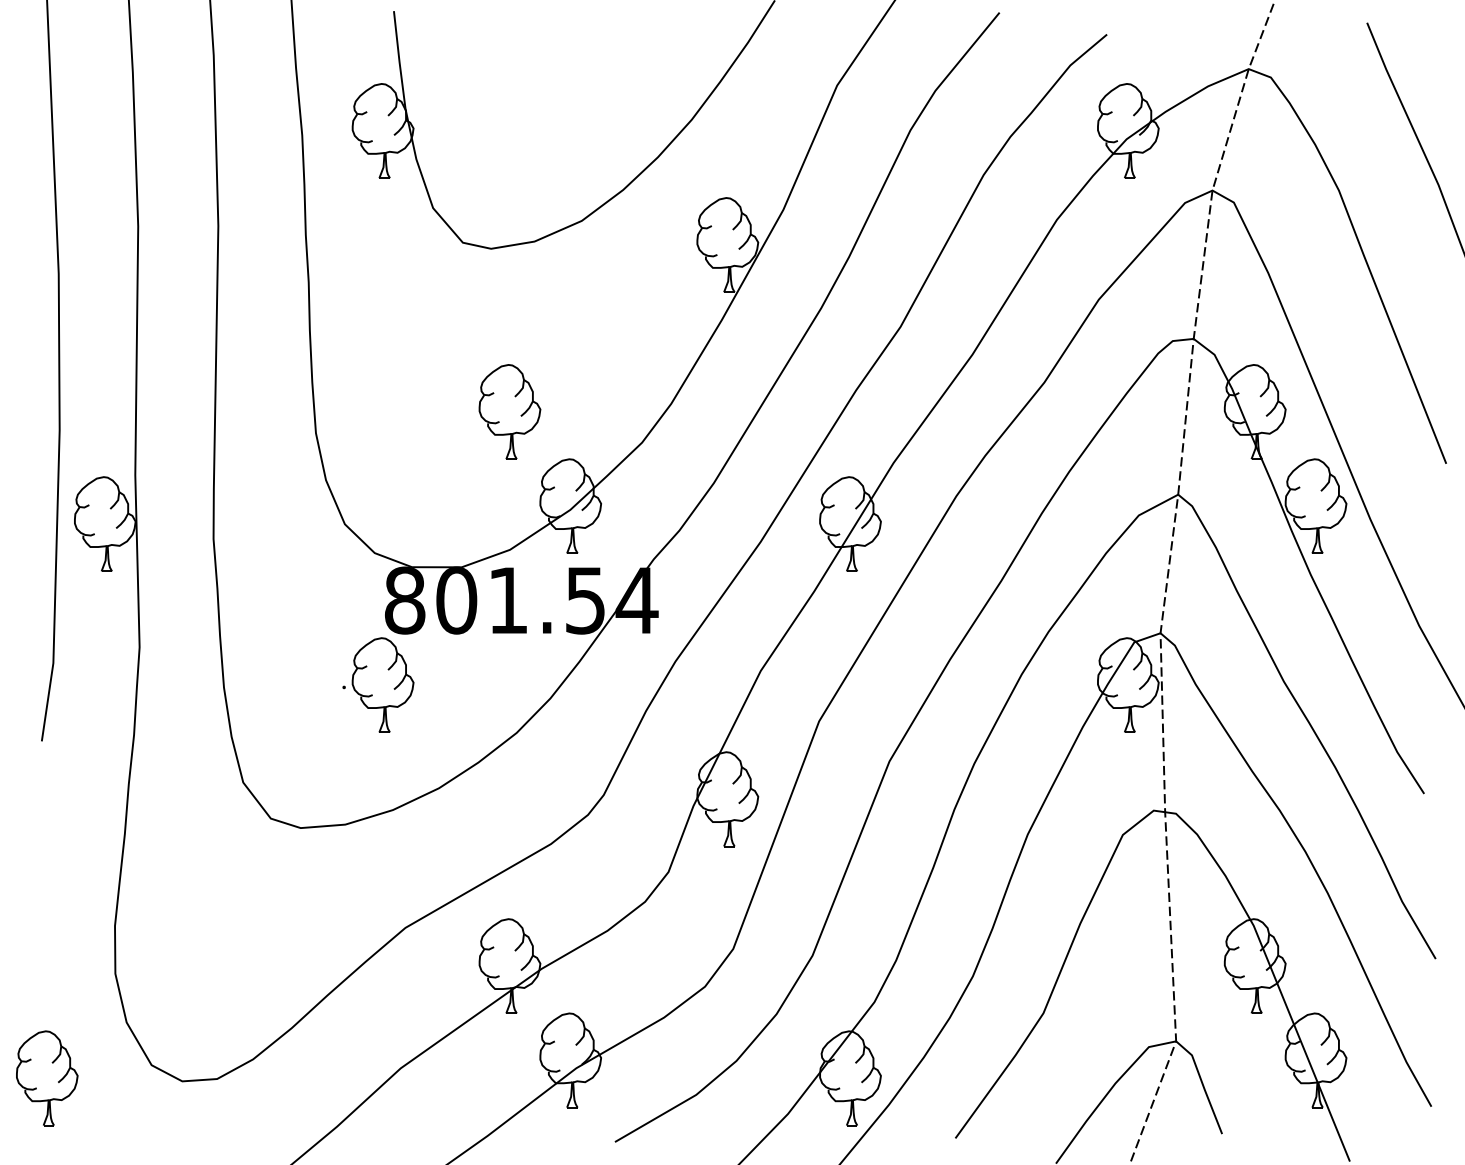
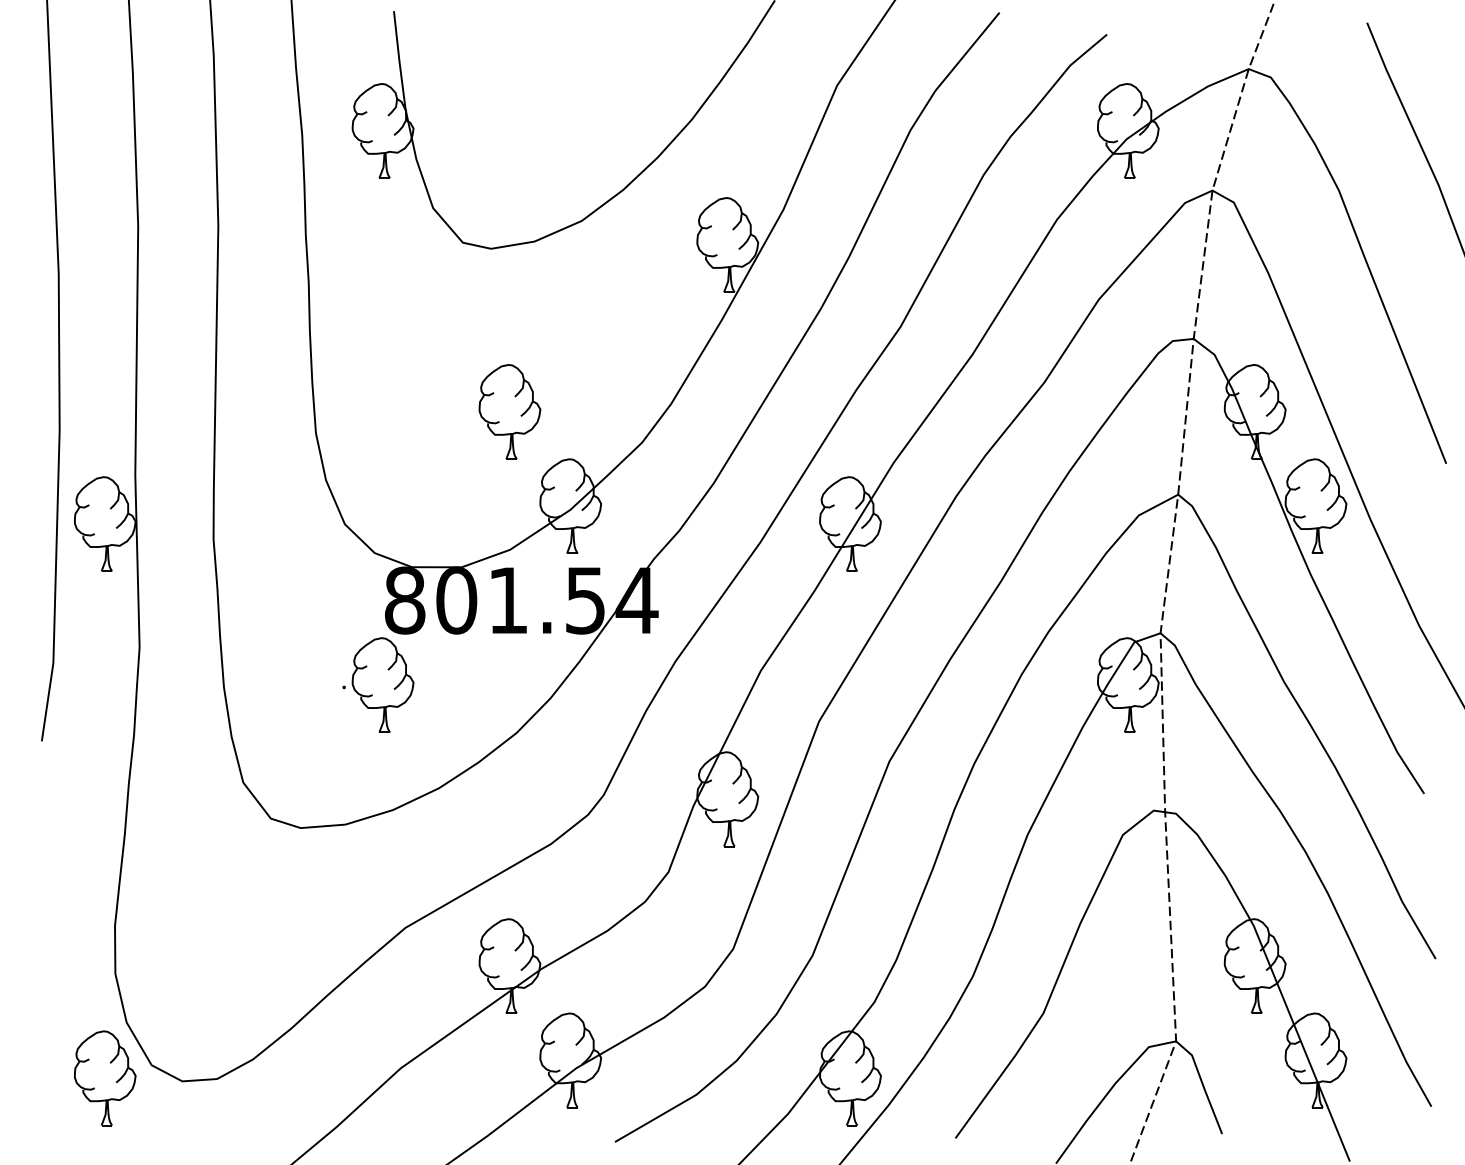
part at (47, 1078) position: (47, 1078) -> (105, 1078)
